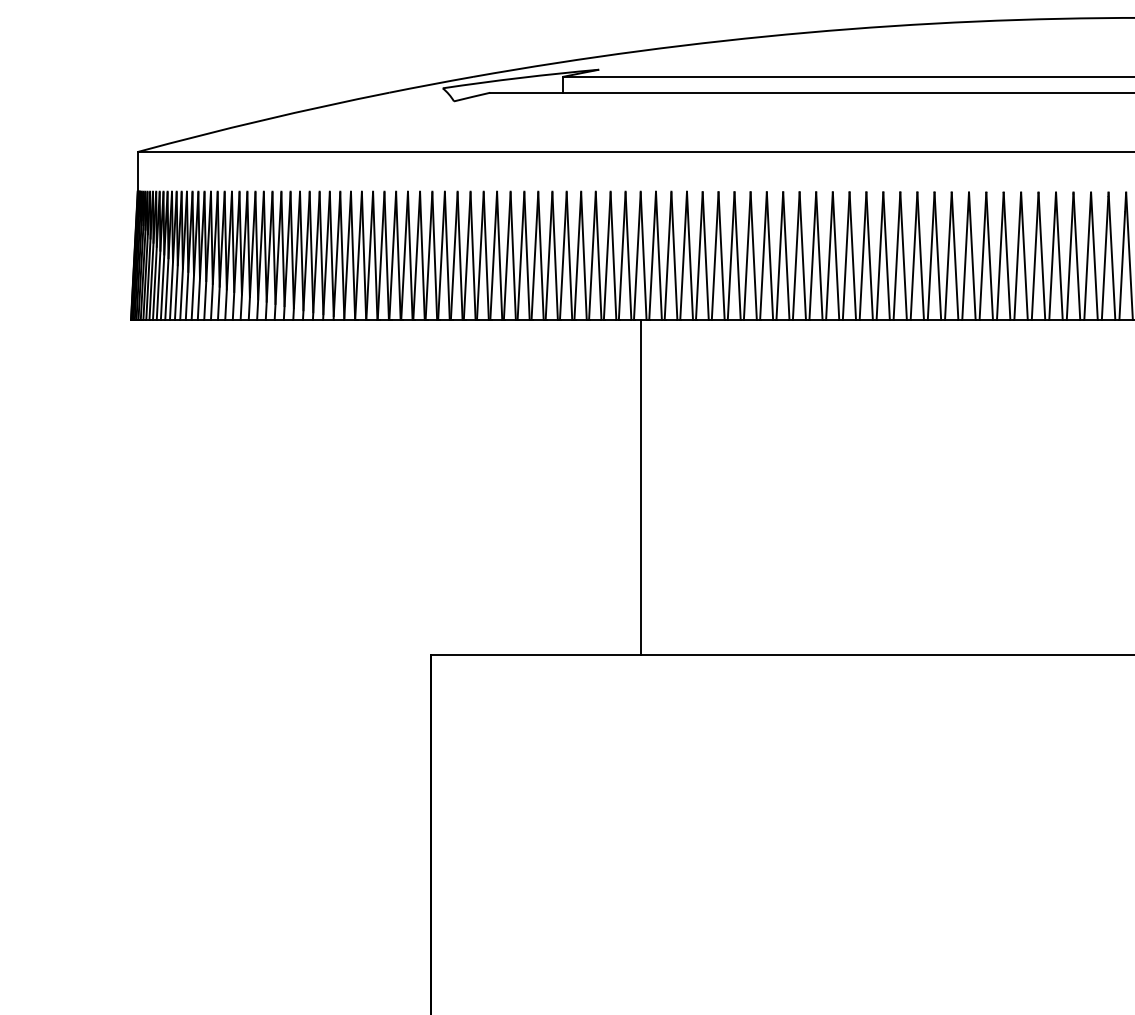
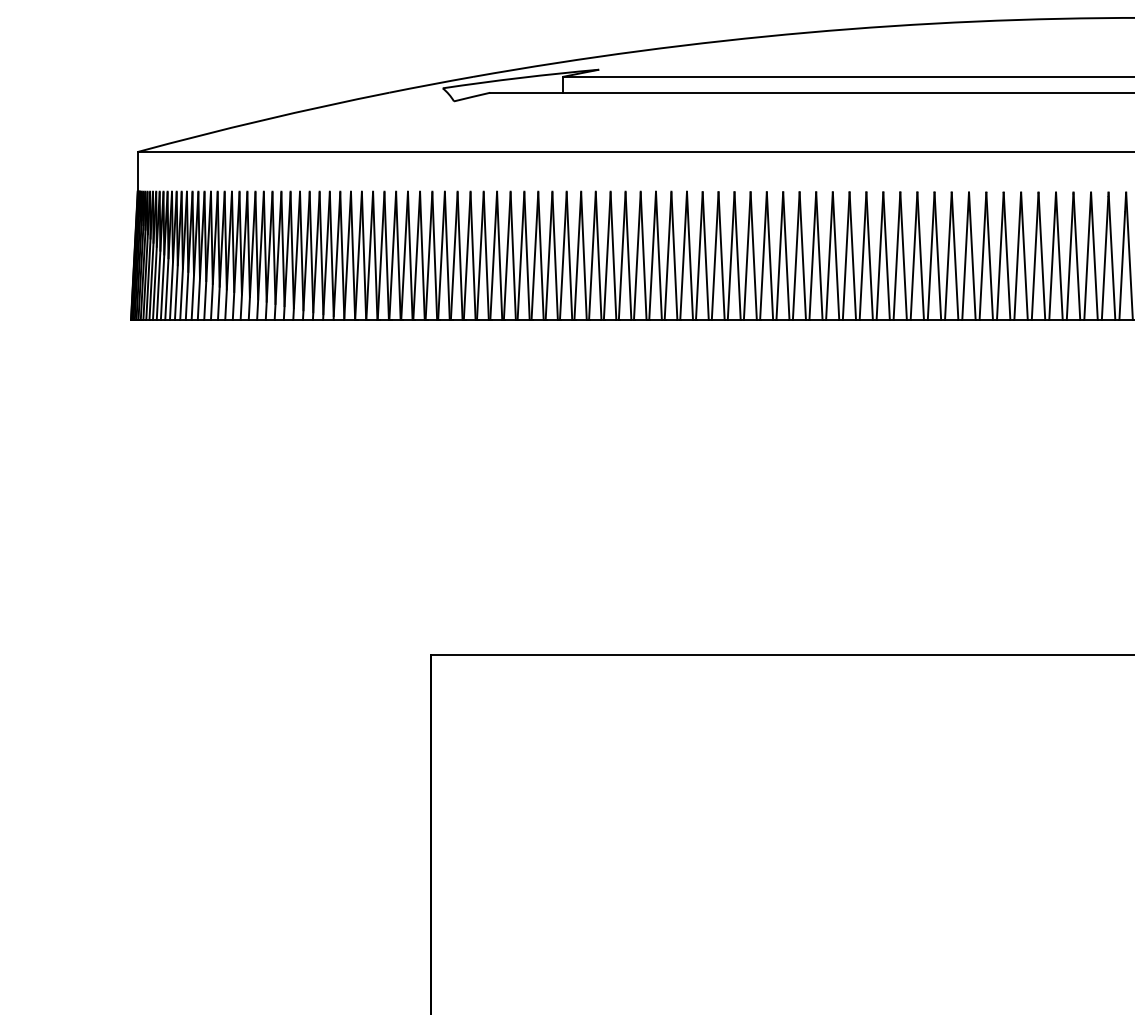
line at (640, 487): present -> none
